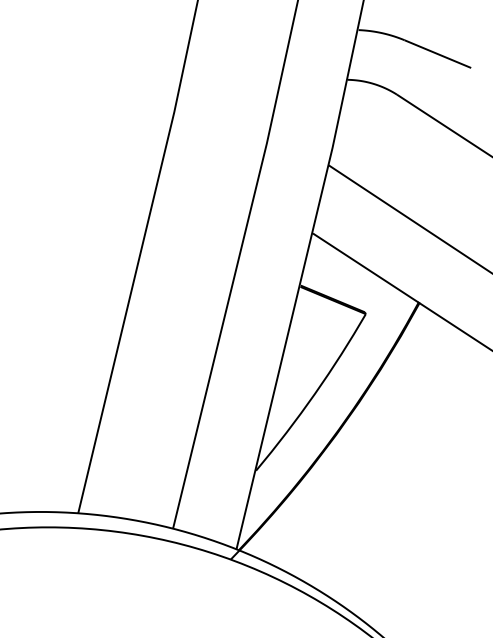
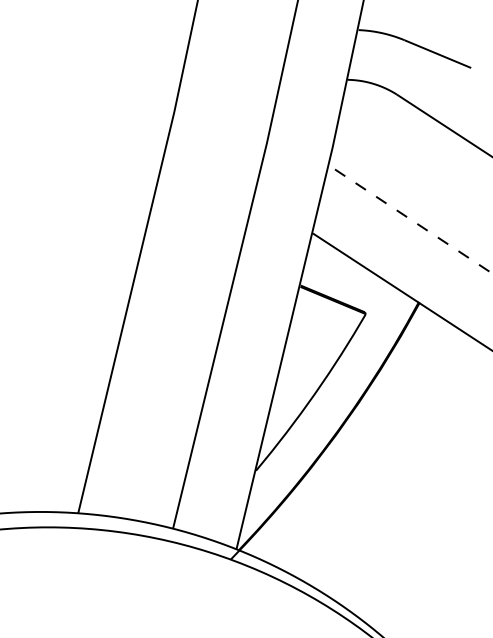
line at (410, 219): solid -> dashed
